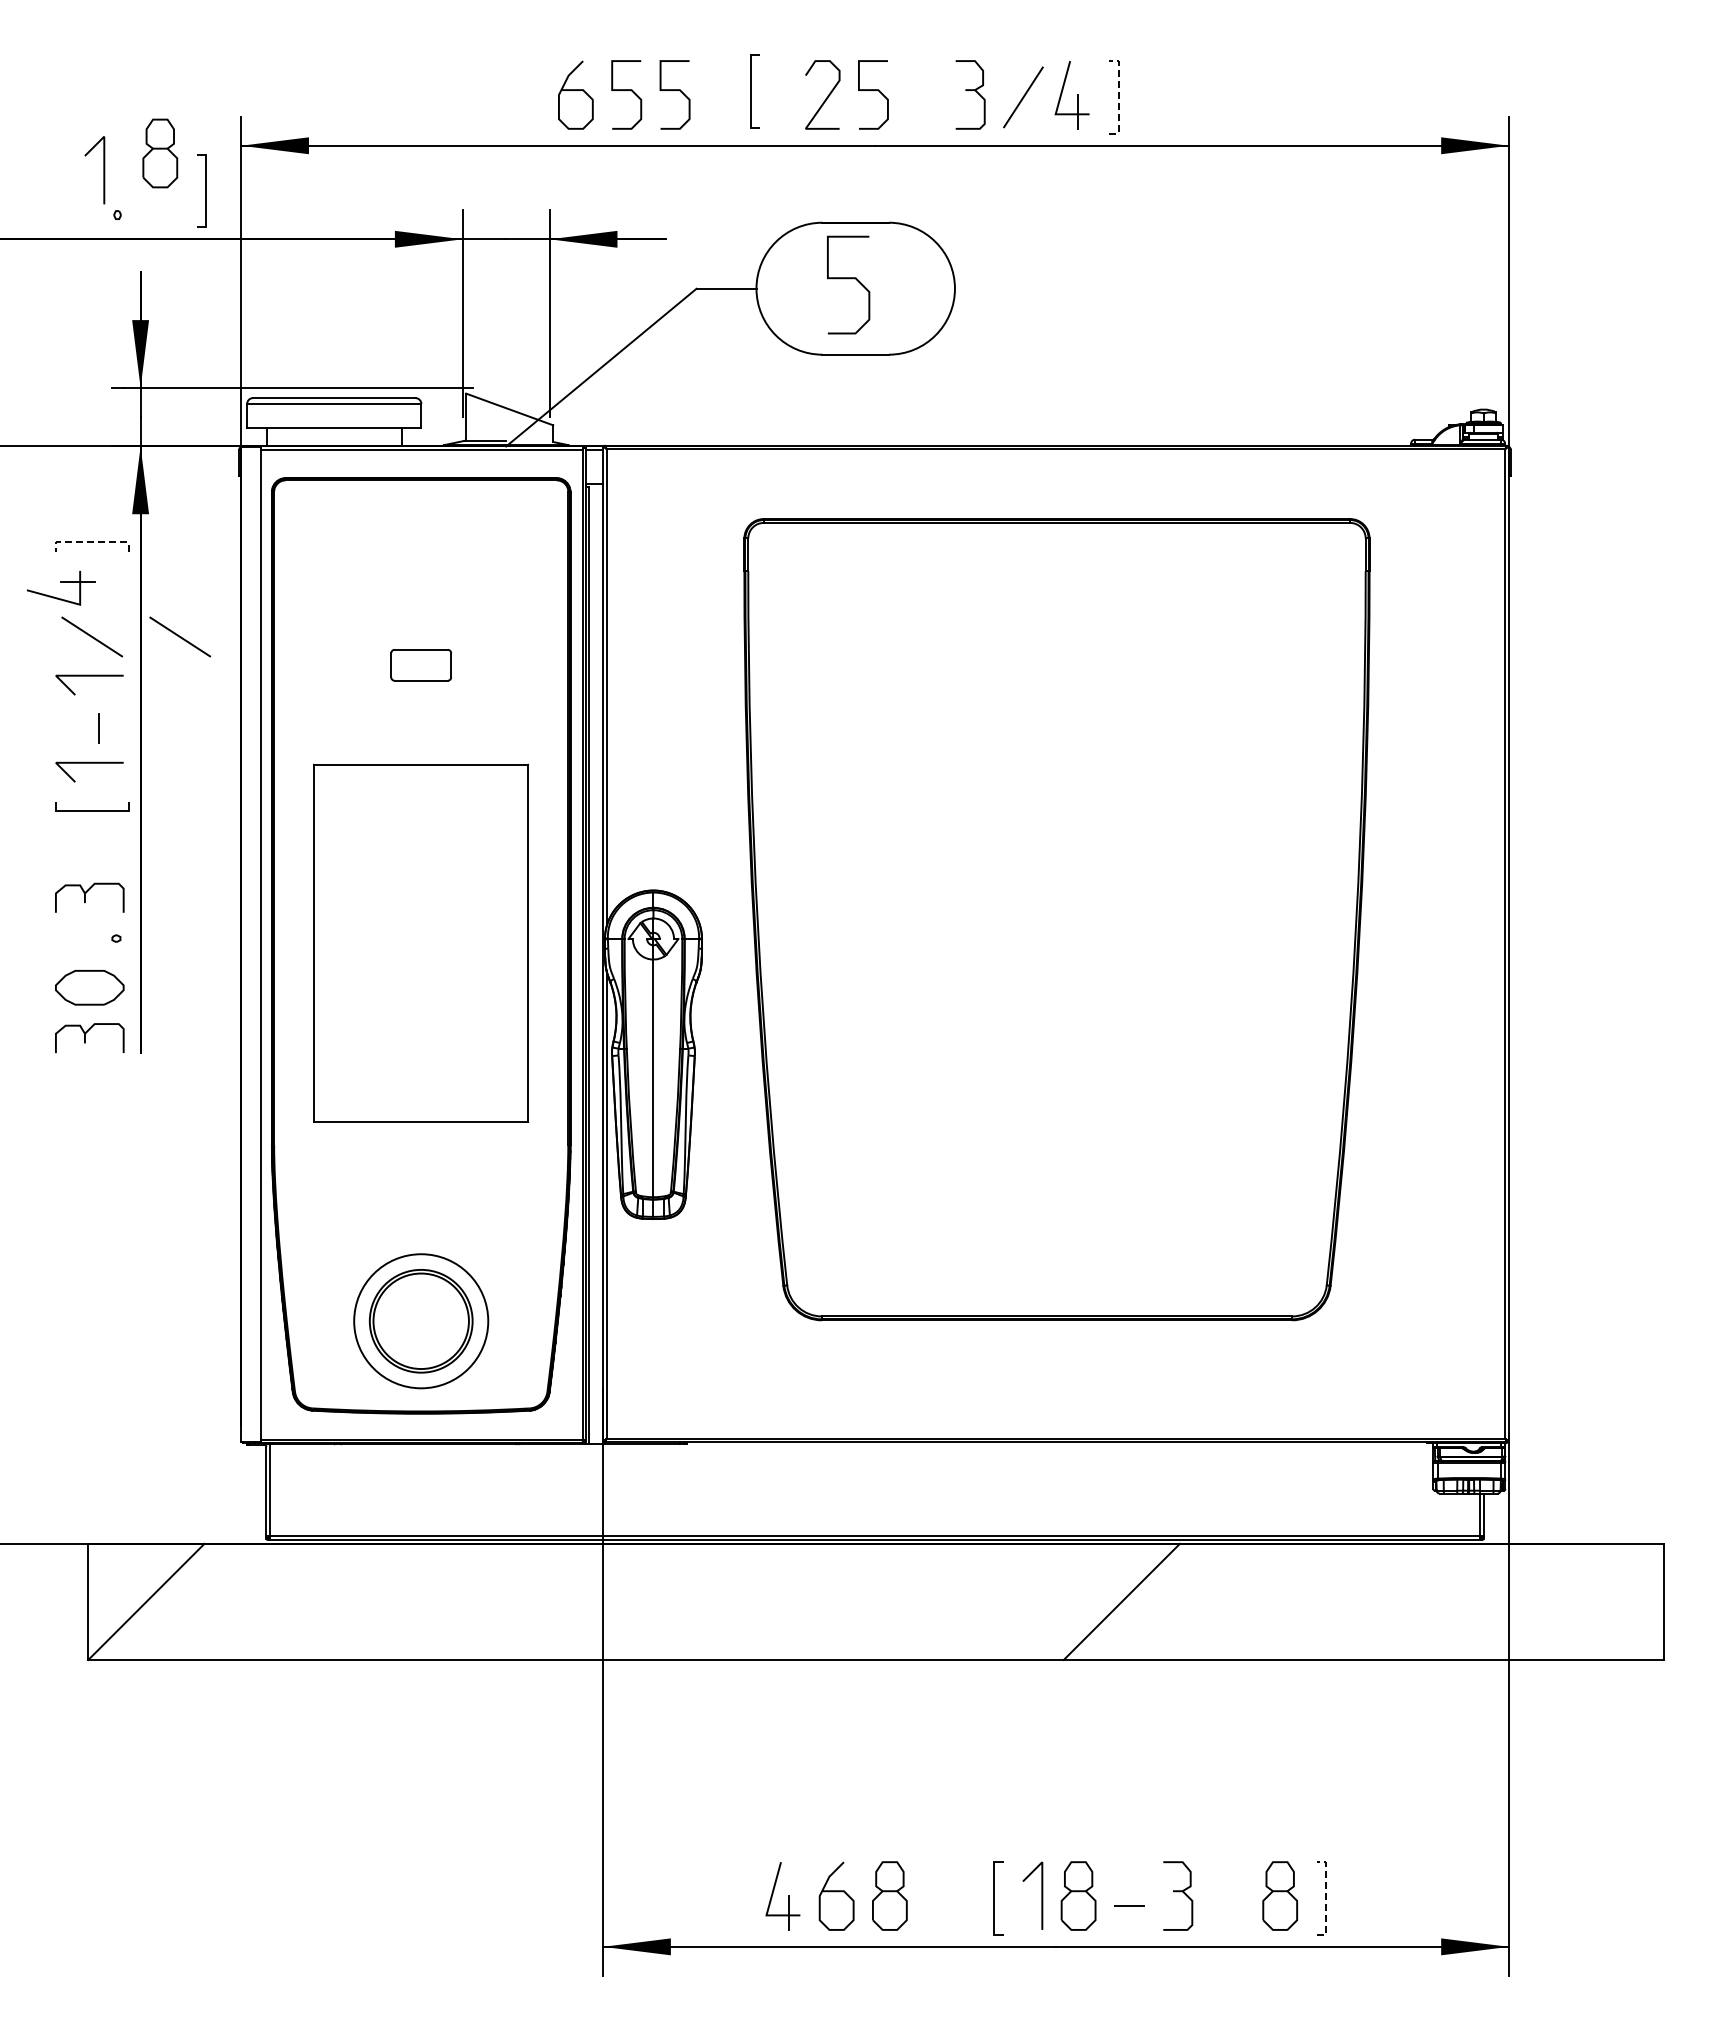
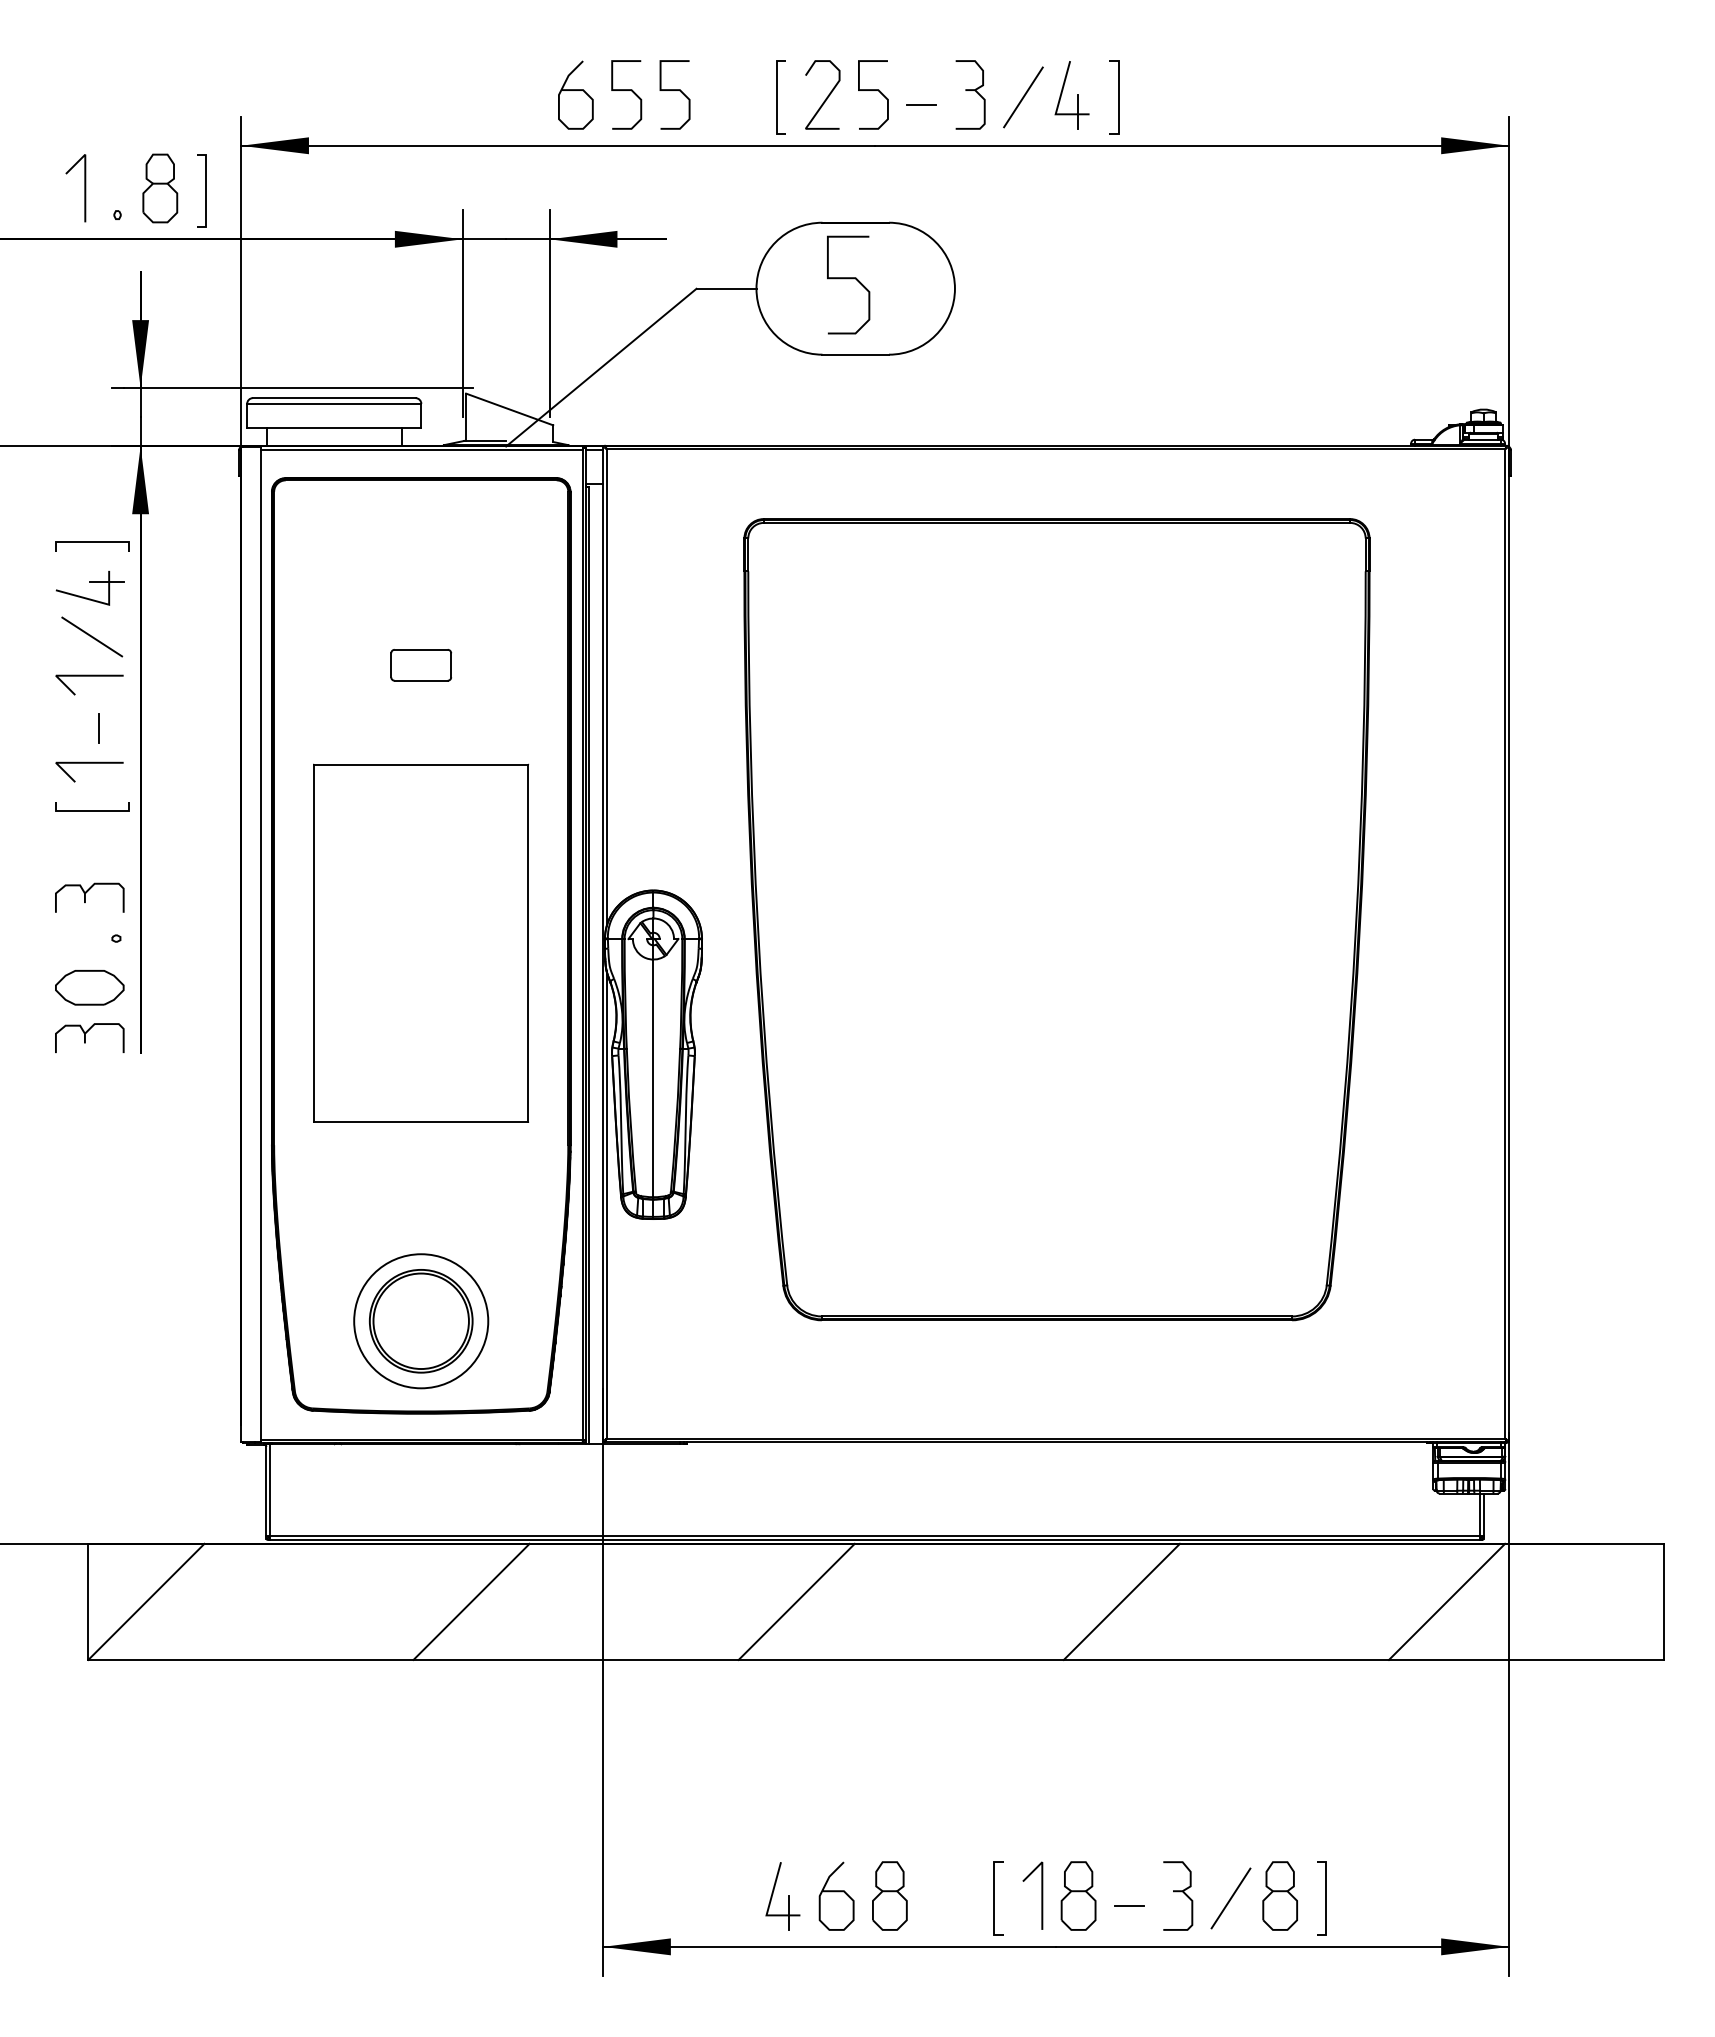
line at (751, 91) position: (751, 91) -> (777, 97)
line at (1118, 96): dashed -> solid
line at (921, 104): none -> present
part at (160, 153) position: (160, 153) -> (160, 188)
line at (103, 170) position: (103, 170) -> (84, 188)
line at (91, 541): dashed -> solid
part at (60, 587) position: (60, 587) -> (89, 587)
line at (180, 636): present -> none
line at (471, 1601): none -> present
line at (796, 1601): none -> present
line at (1446, 1601): none -> present
line at (1326, 1897): dashed -> solid
line at (1230, 1898): none -> present
